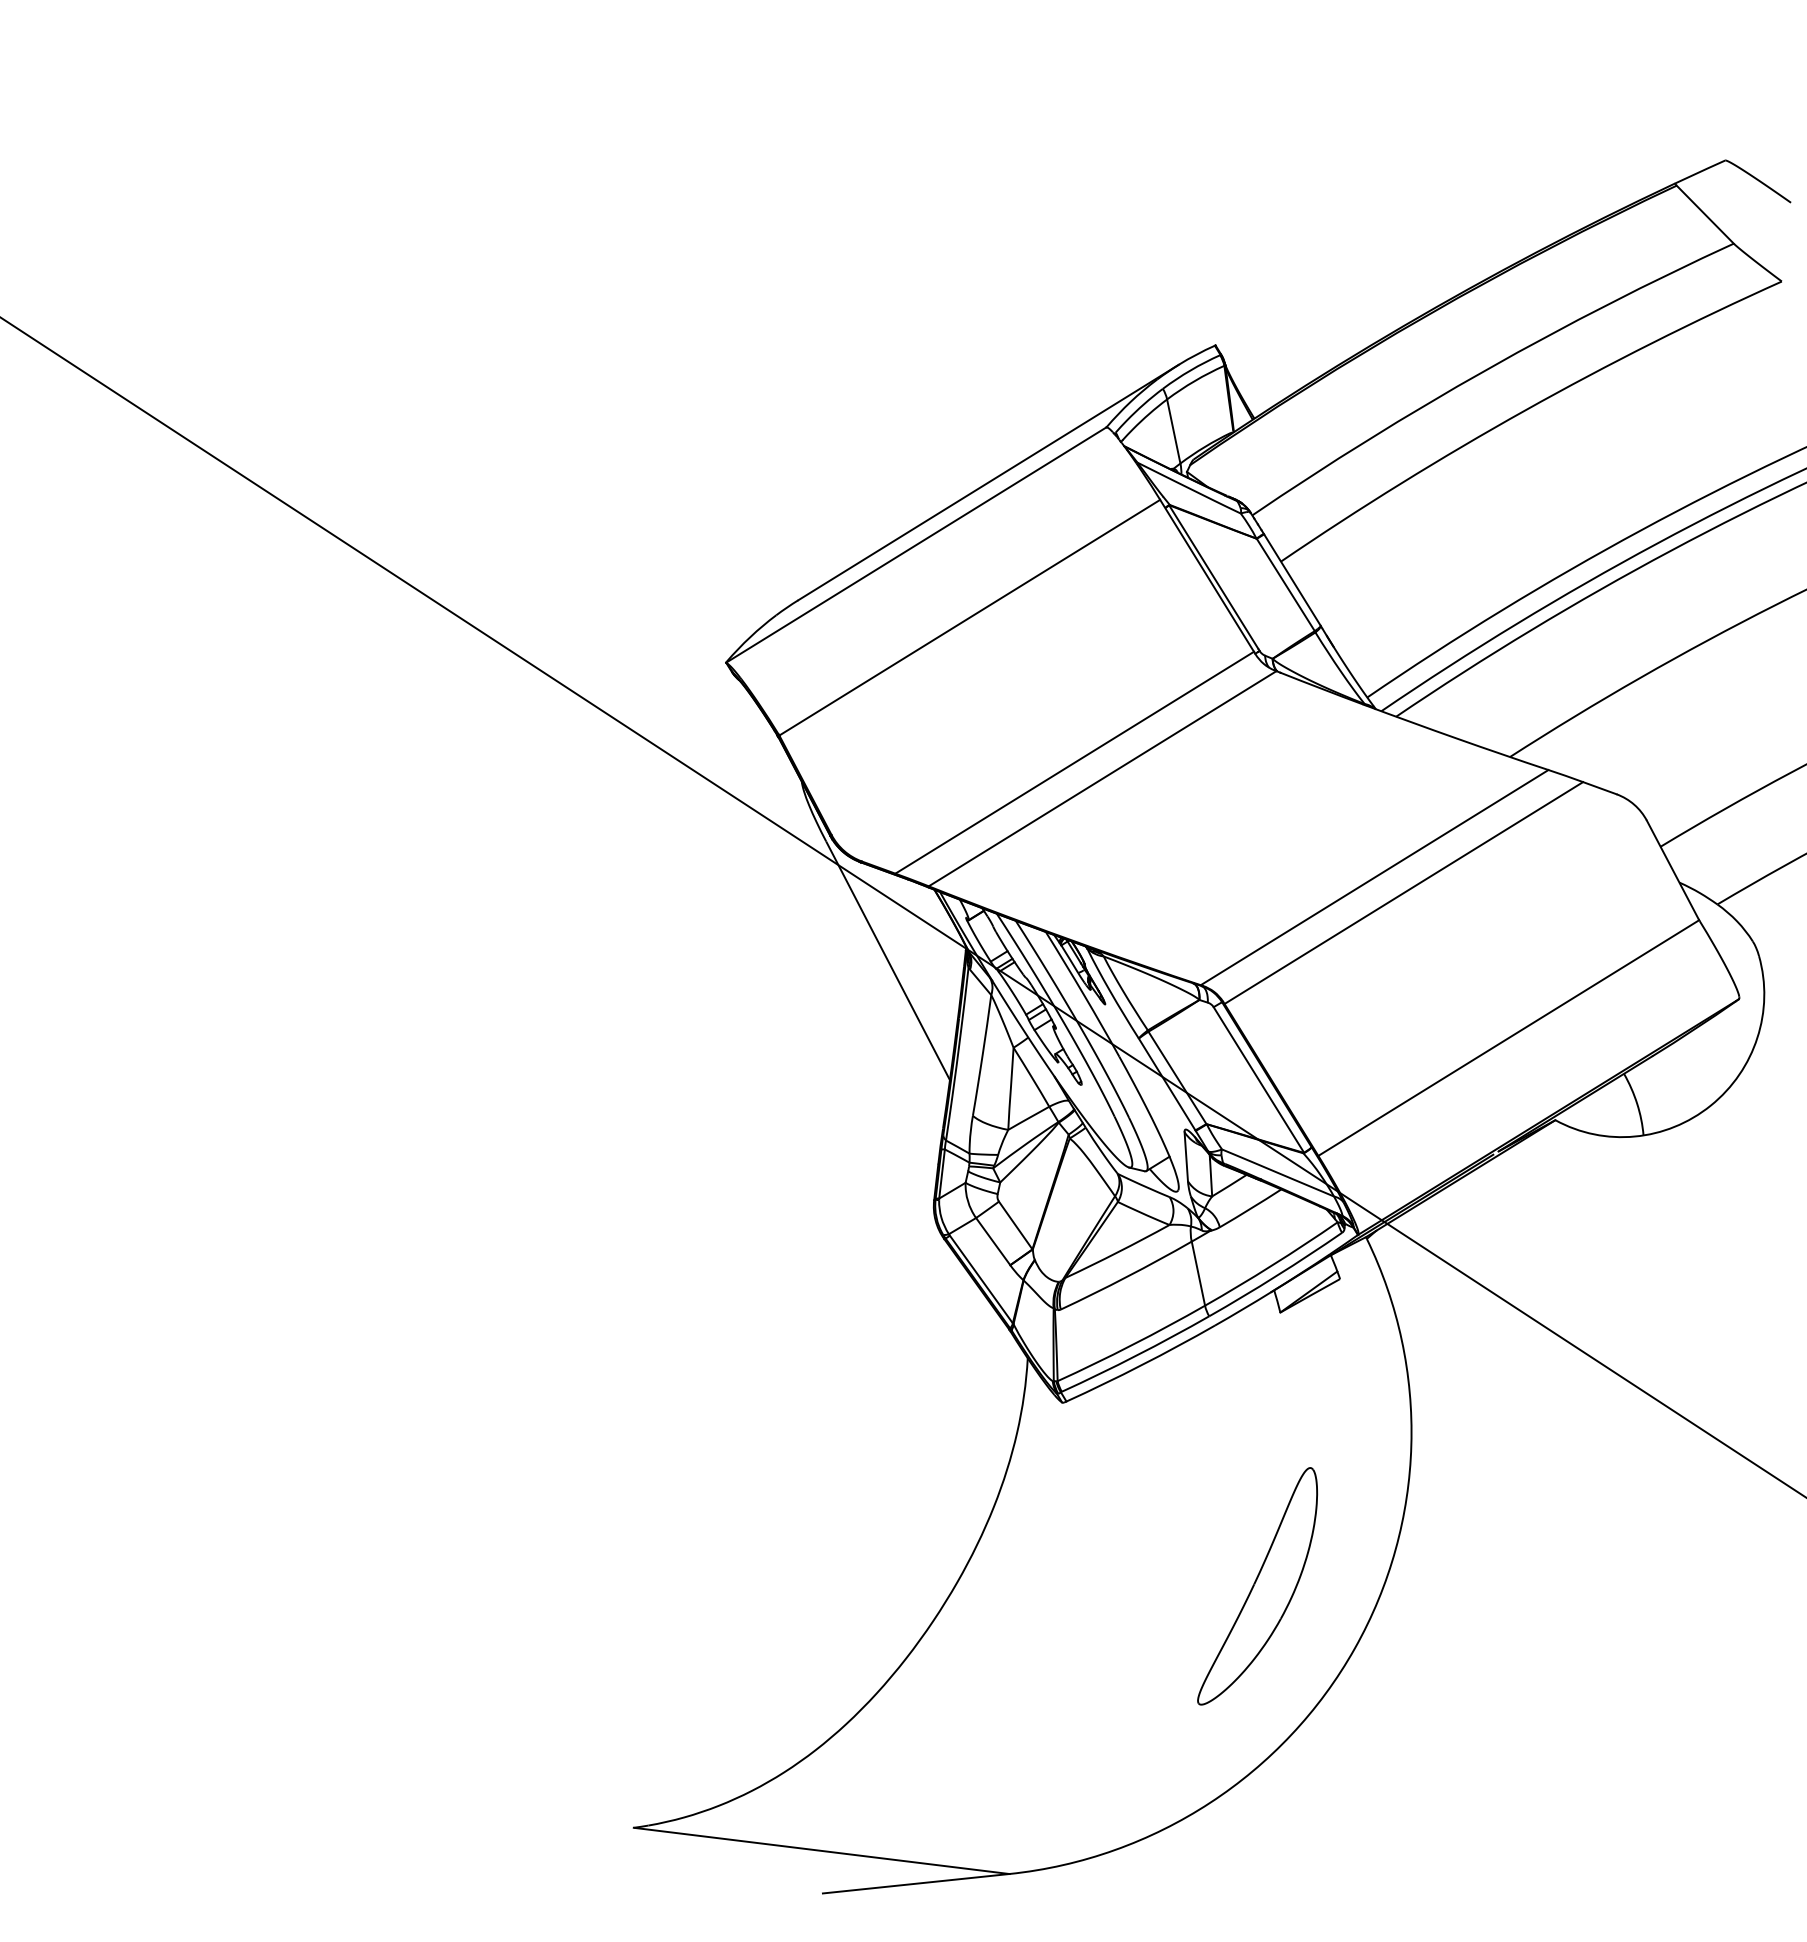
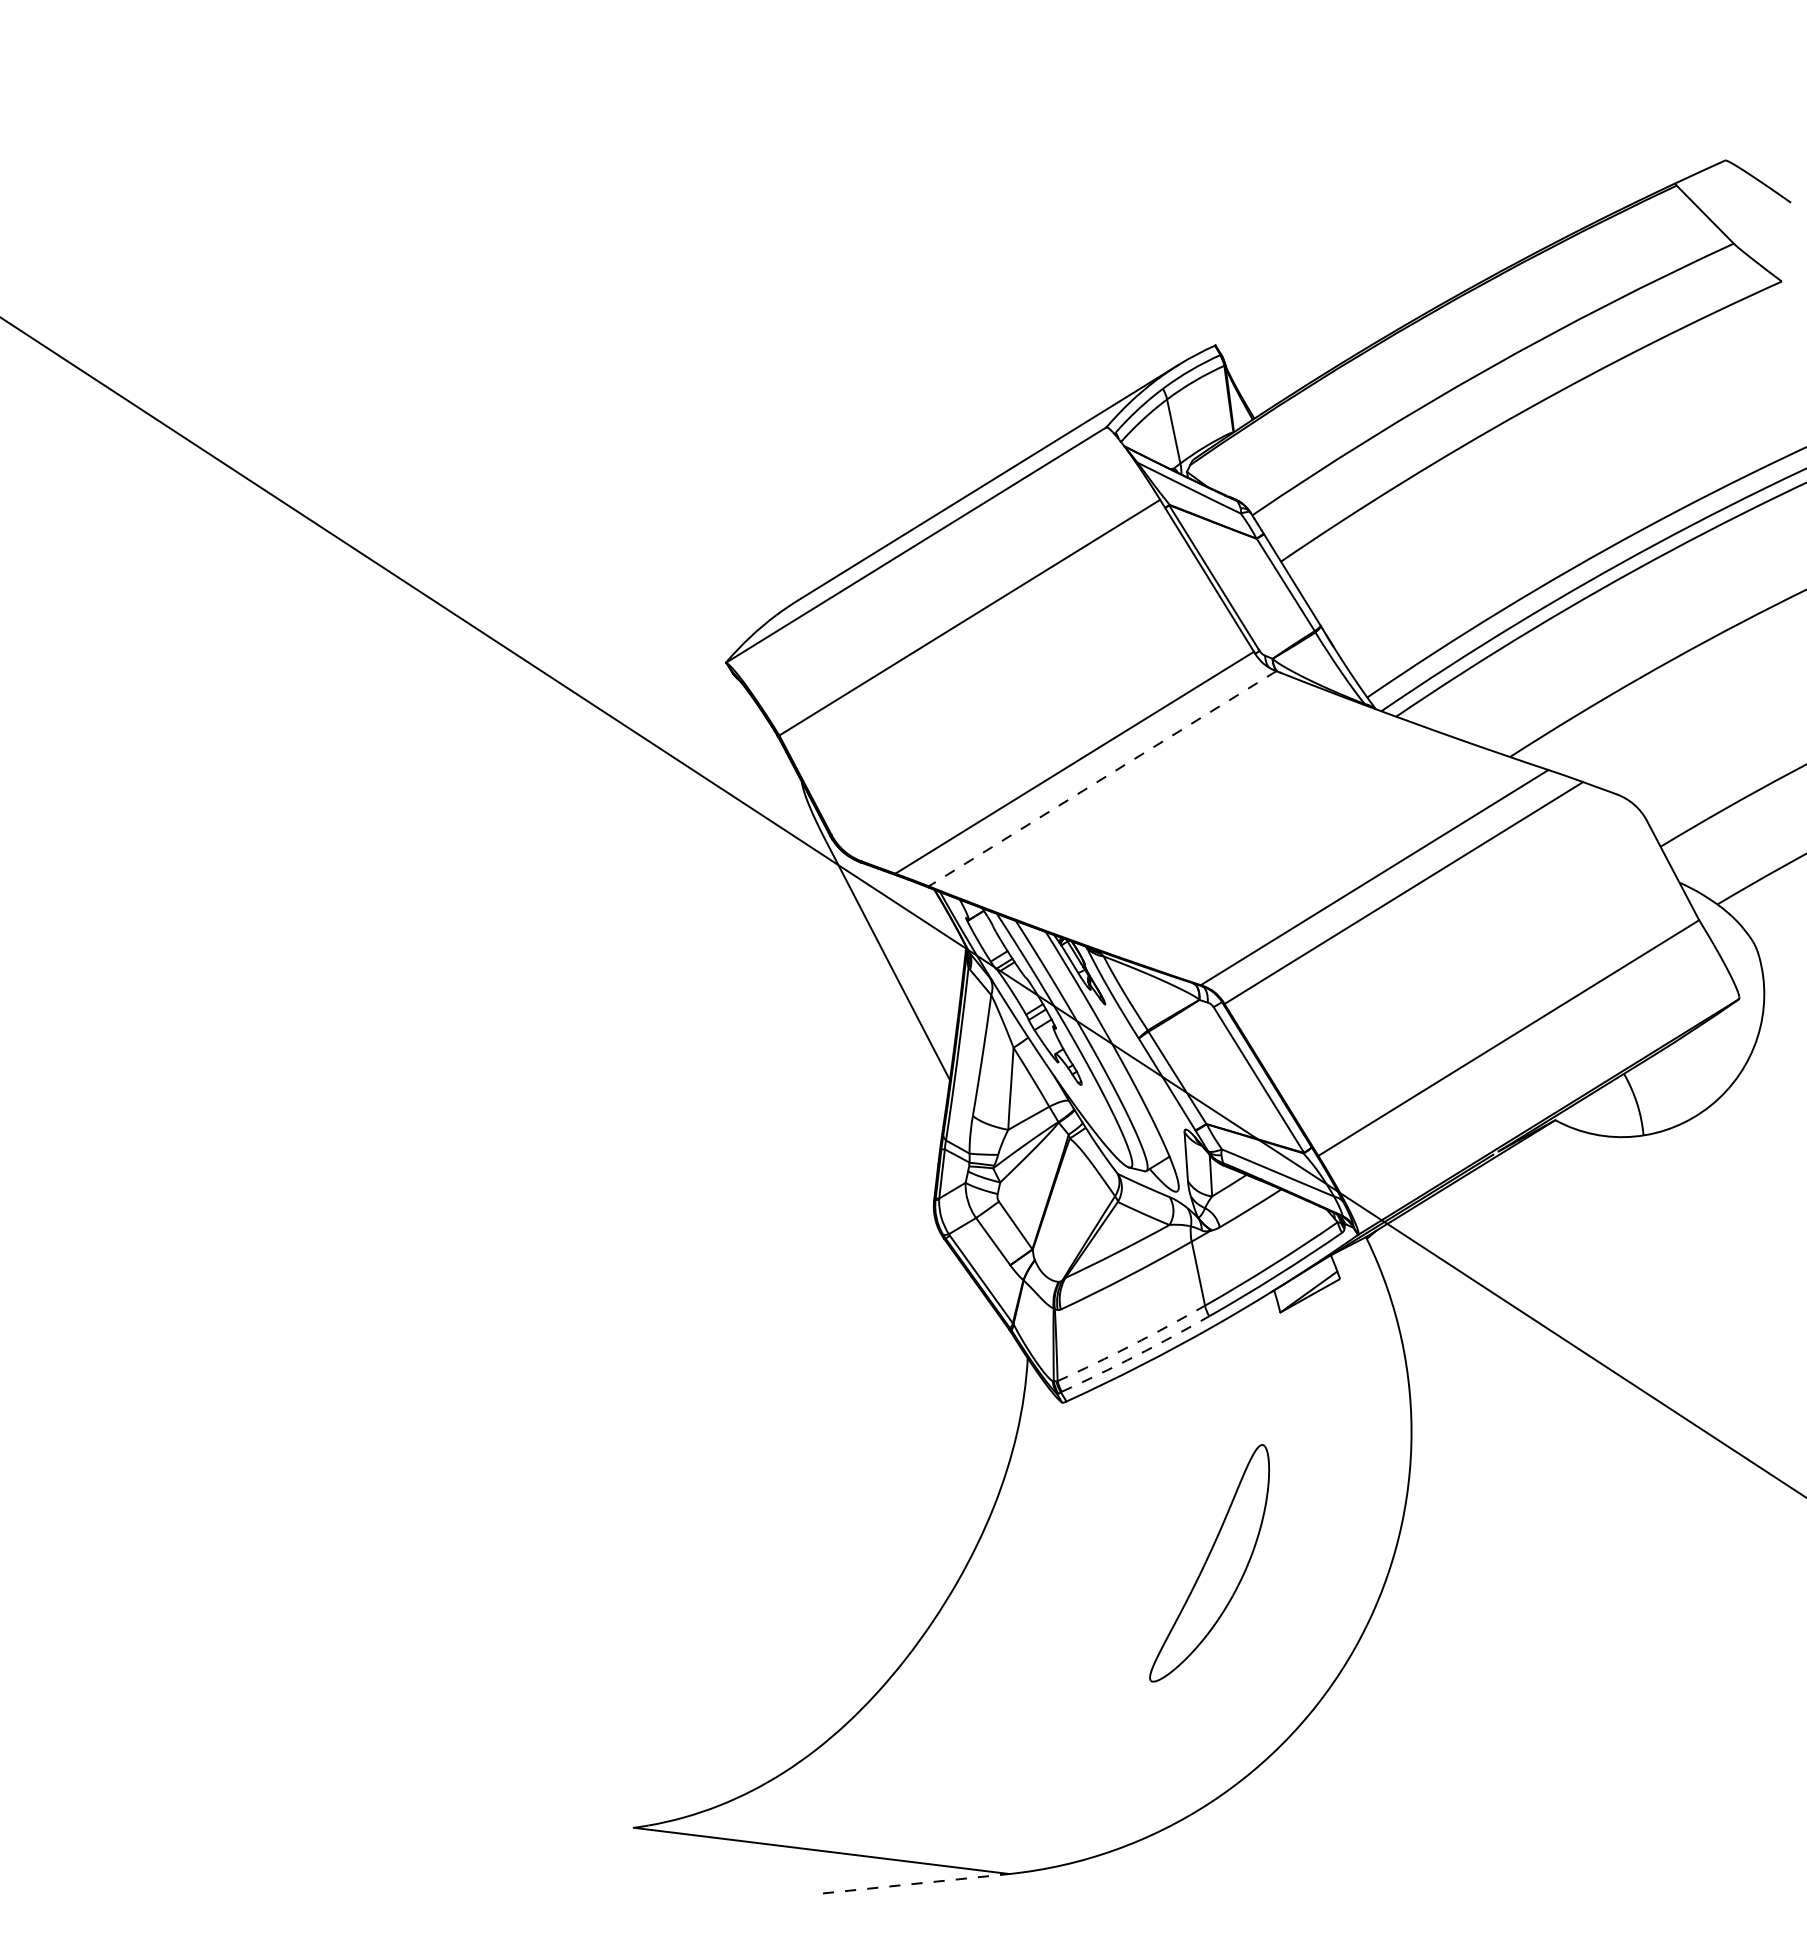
line at (1102, 779): solid -> dashed
arc at (1132, 1345): solid -> dashed
arc at (1136, 1355): solid -> dashed
part at (1257, 1586) position: (1257, 1586) -> (1209, 1563)
line at (916, 1883): solid -> dashed
